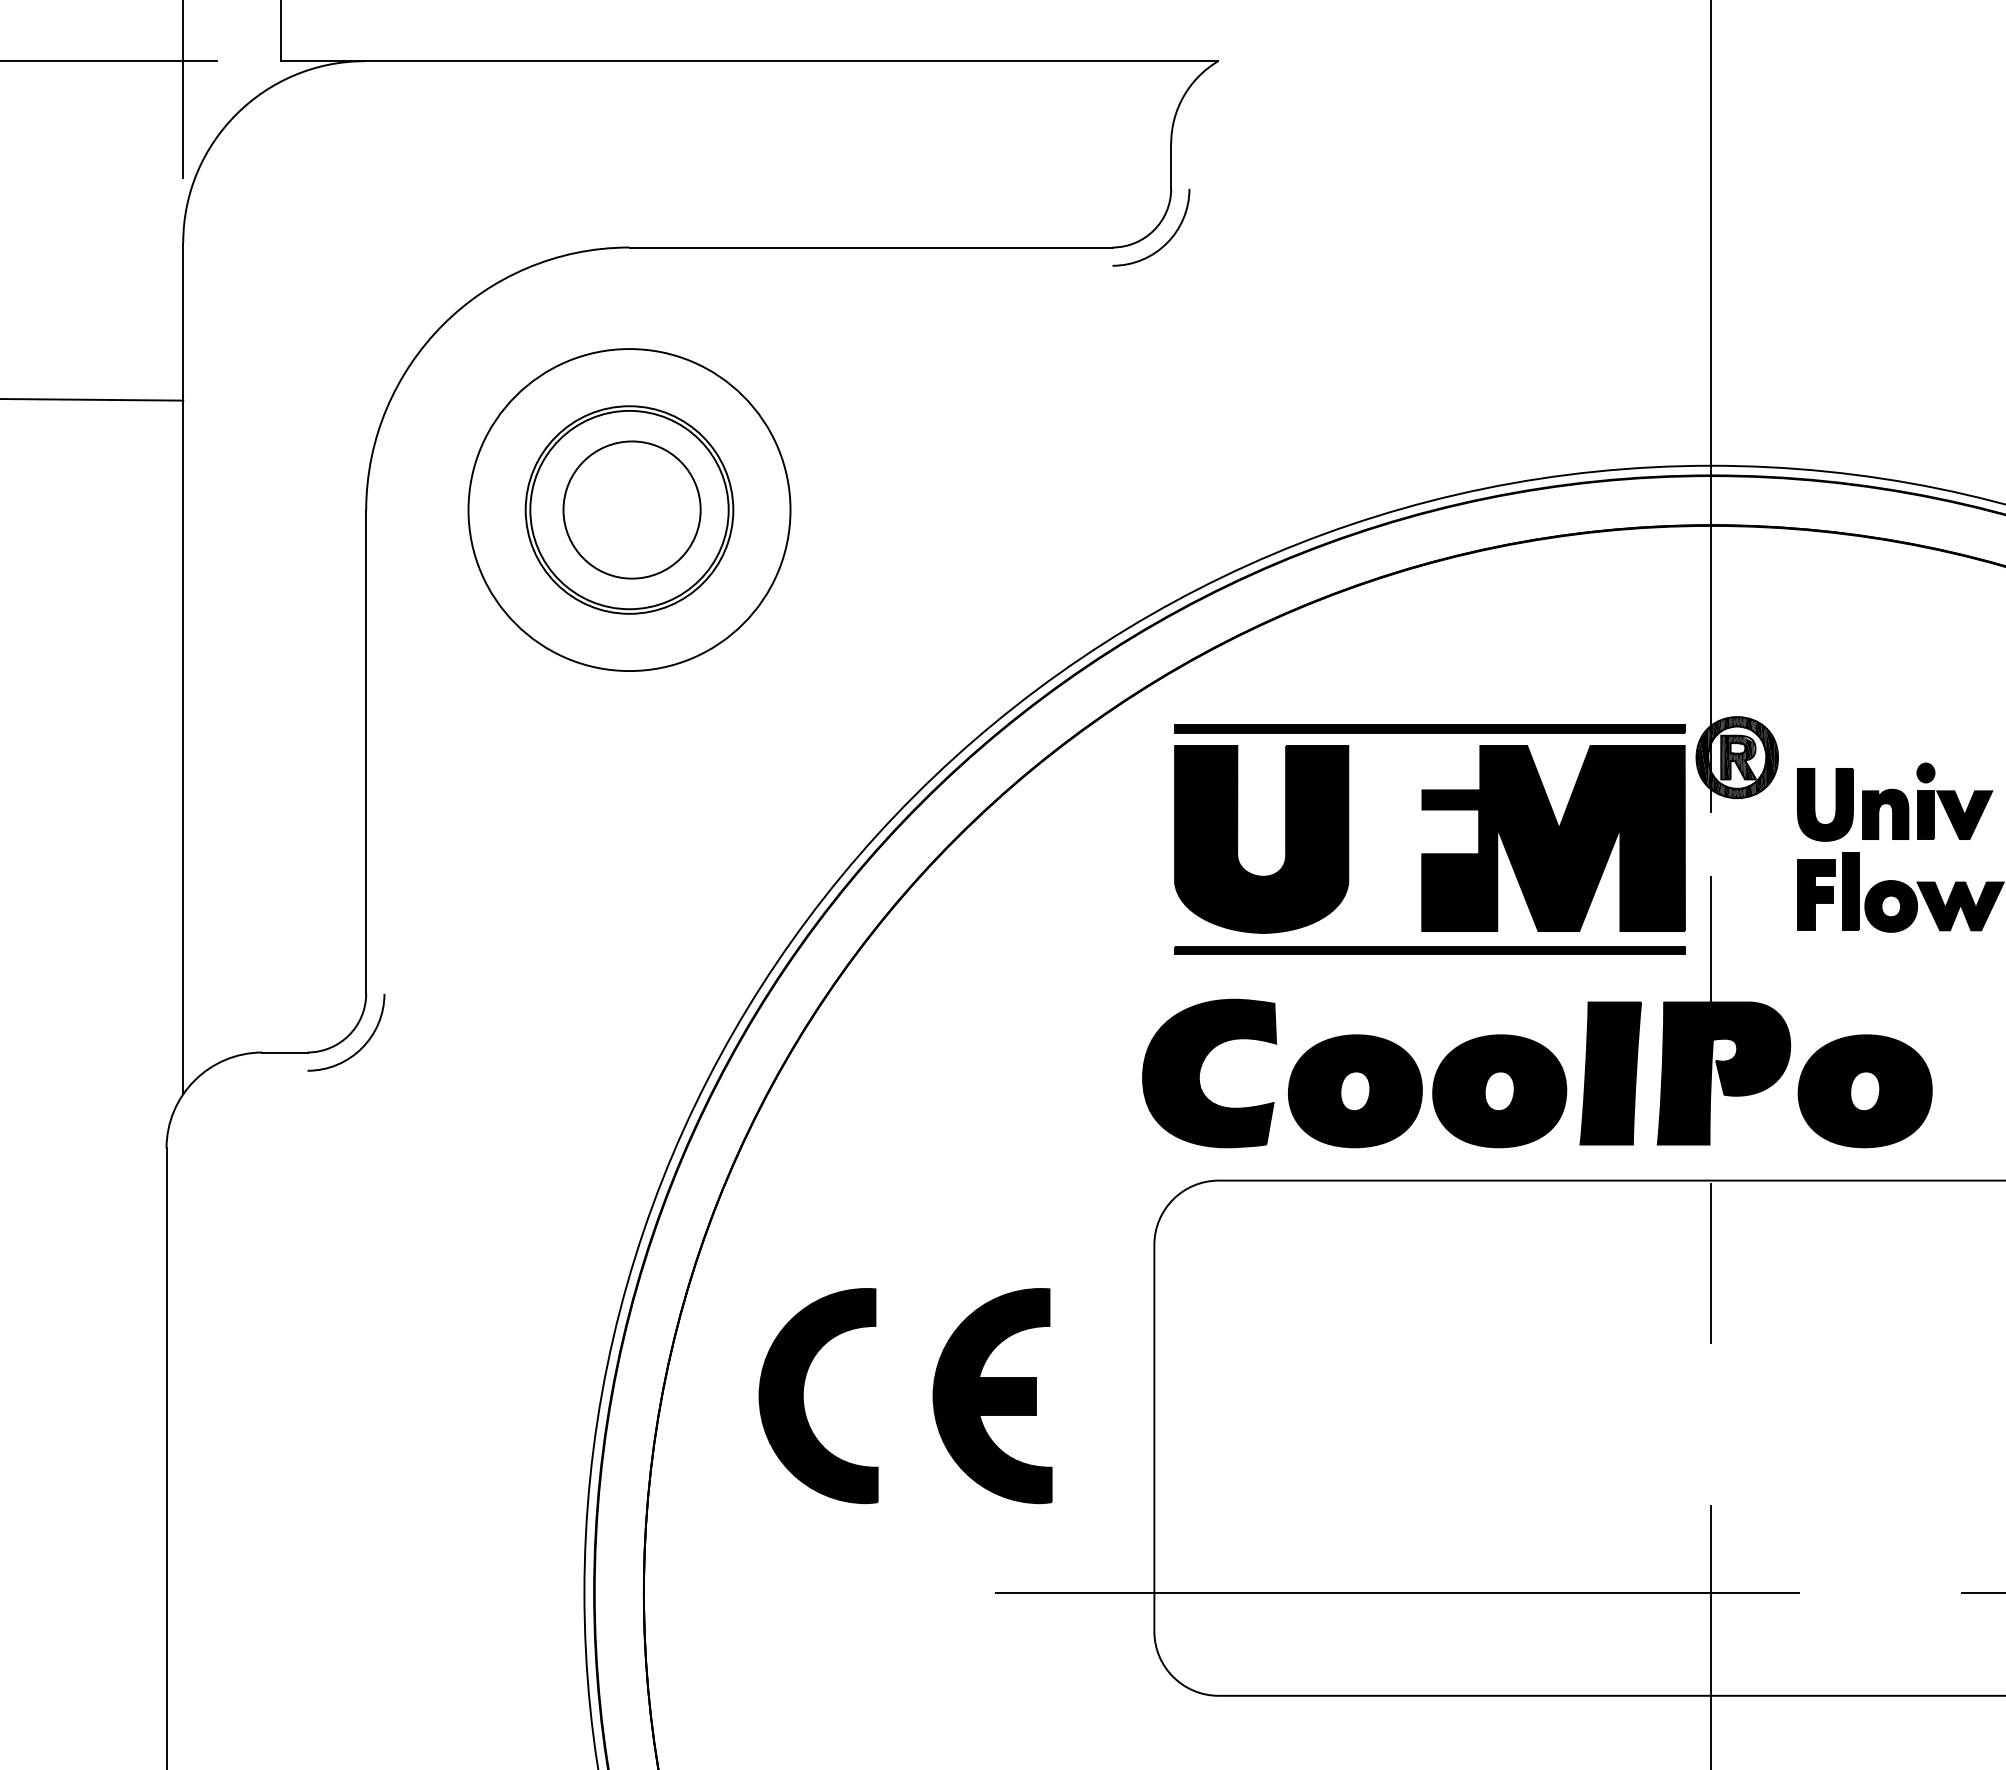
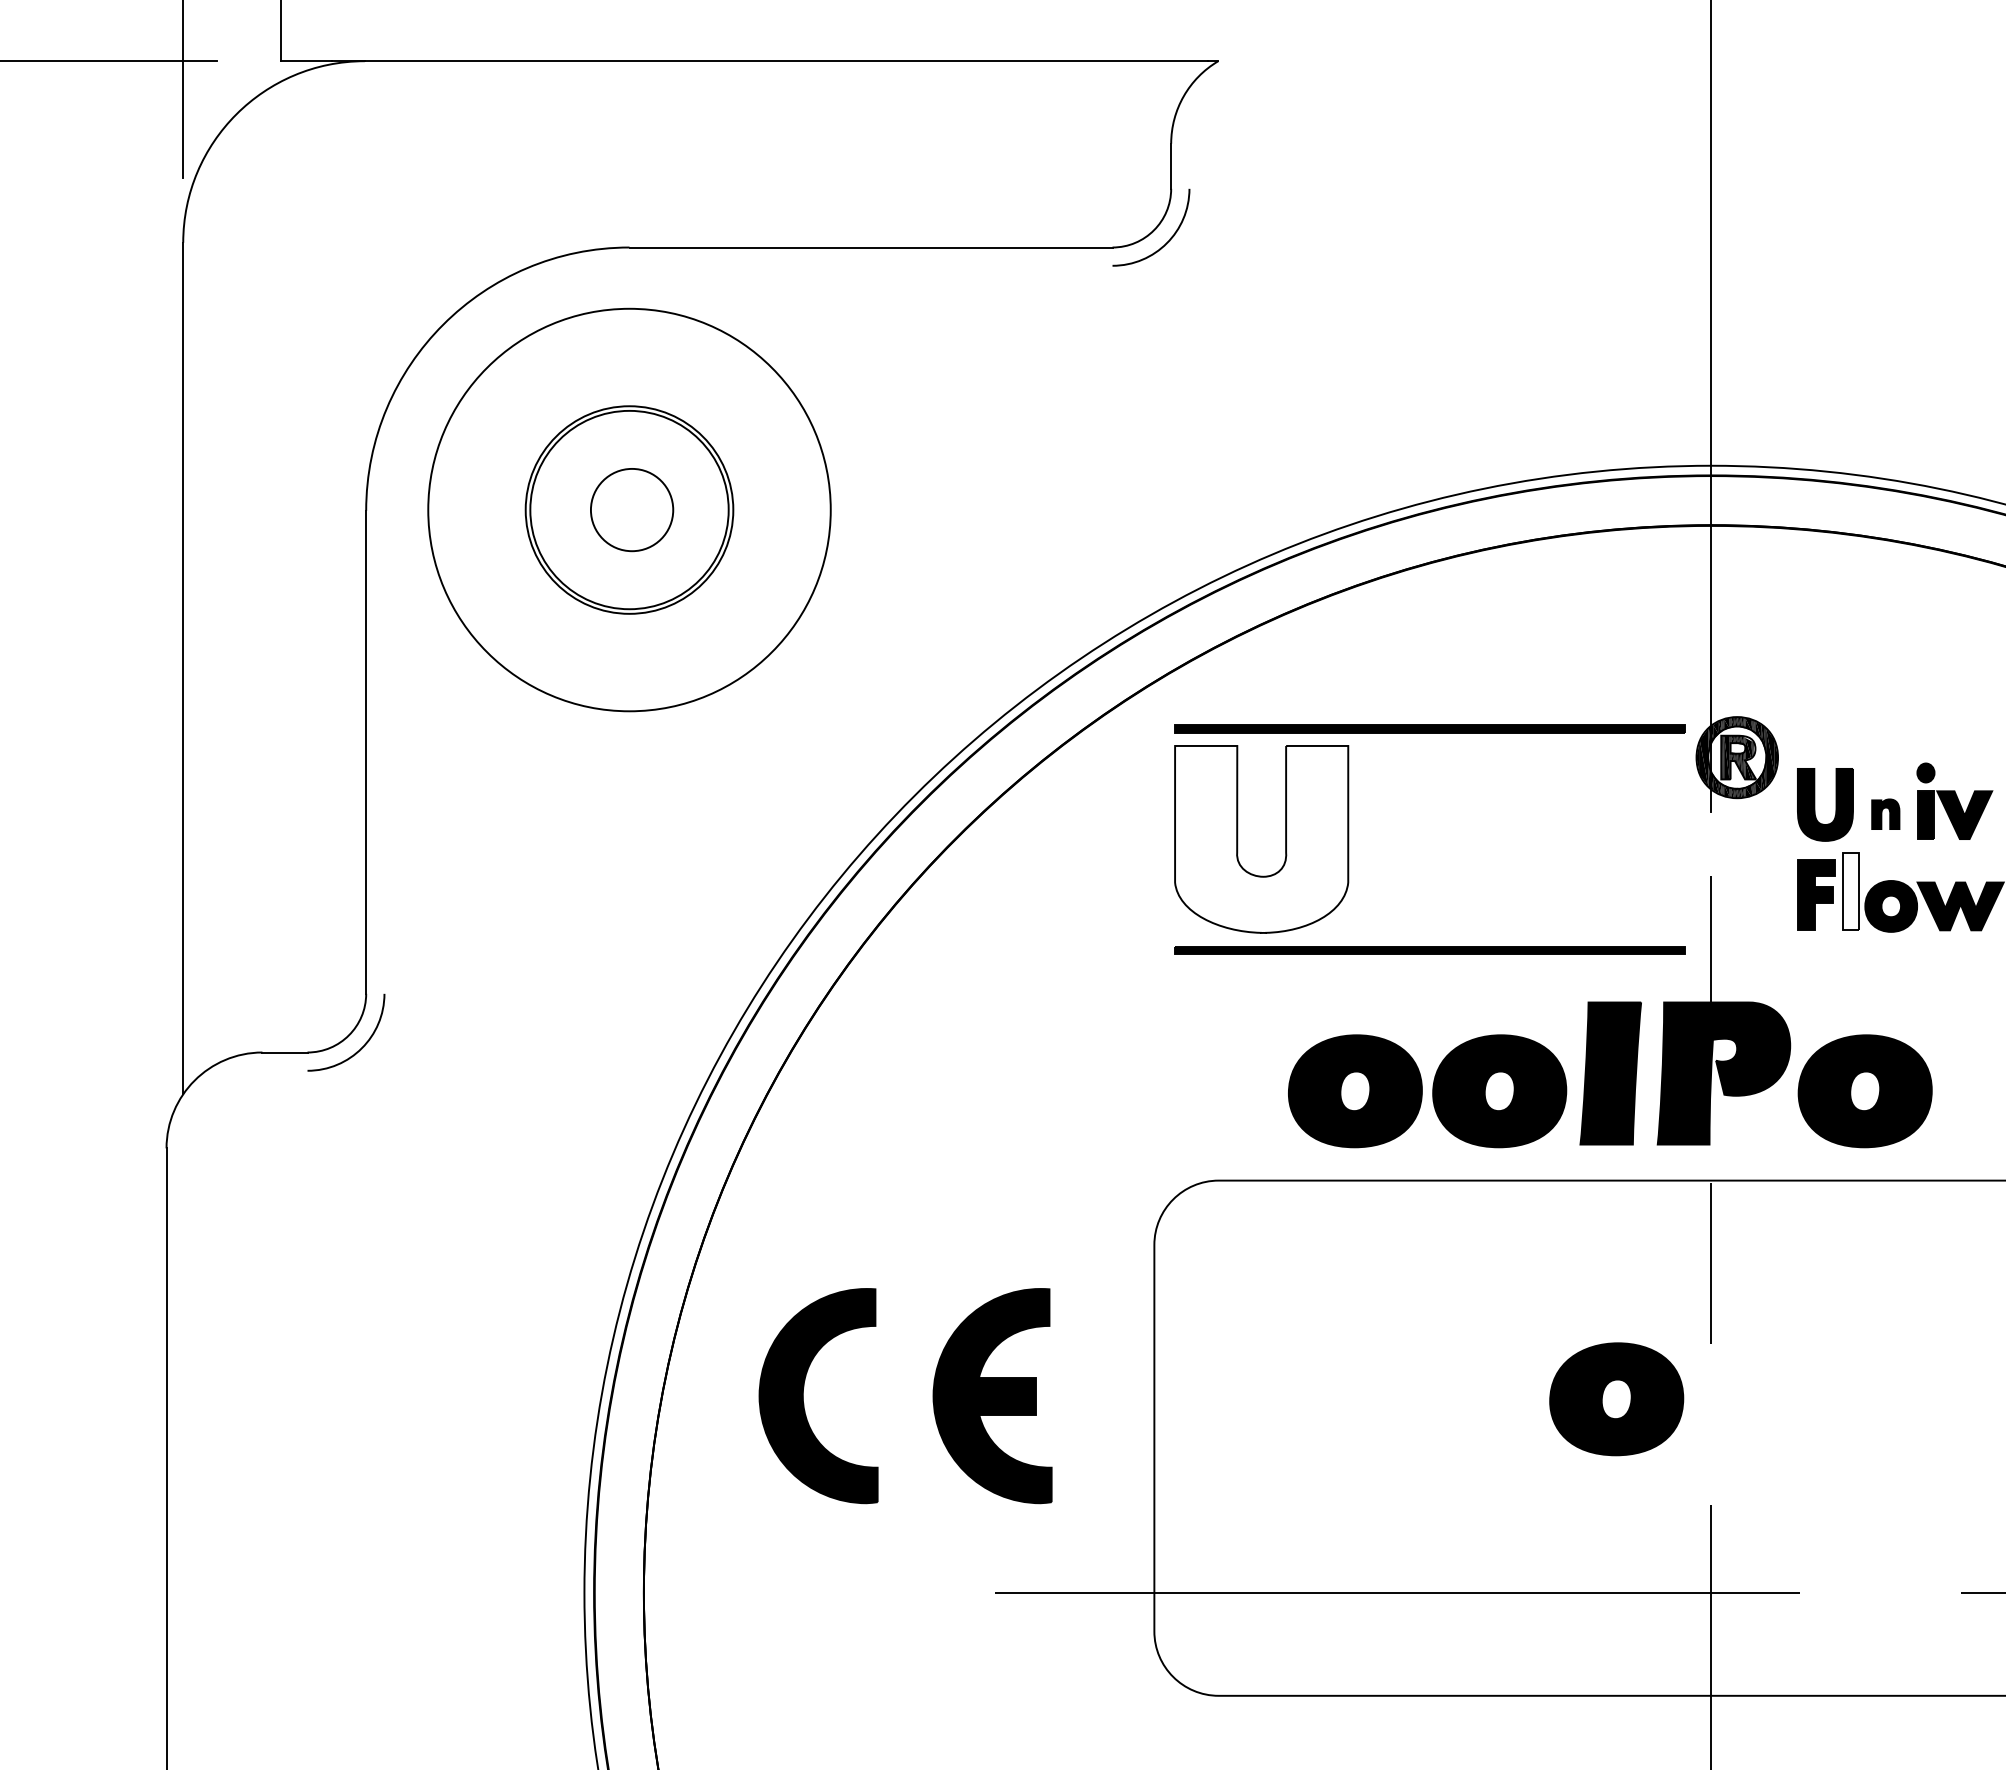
line at (92, 399): present -> none
circle at (631, 509) diameter: 137 px -> 82 px
circle at (629, 510) diameter: 322 px -> 402 px
part at (1885, 813) size: 48x52 px -> 30x32 px
part at (1553, 838): present -> none
fill at (1261, 839): present -> none
fill at (1850, 891): present -> none
part at (1200, 1073): present -> none
part at (1616, 1399): none -> present
